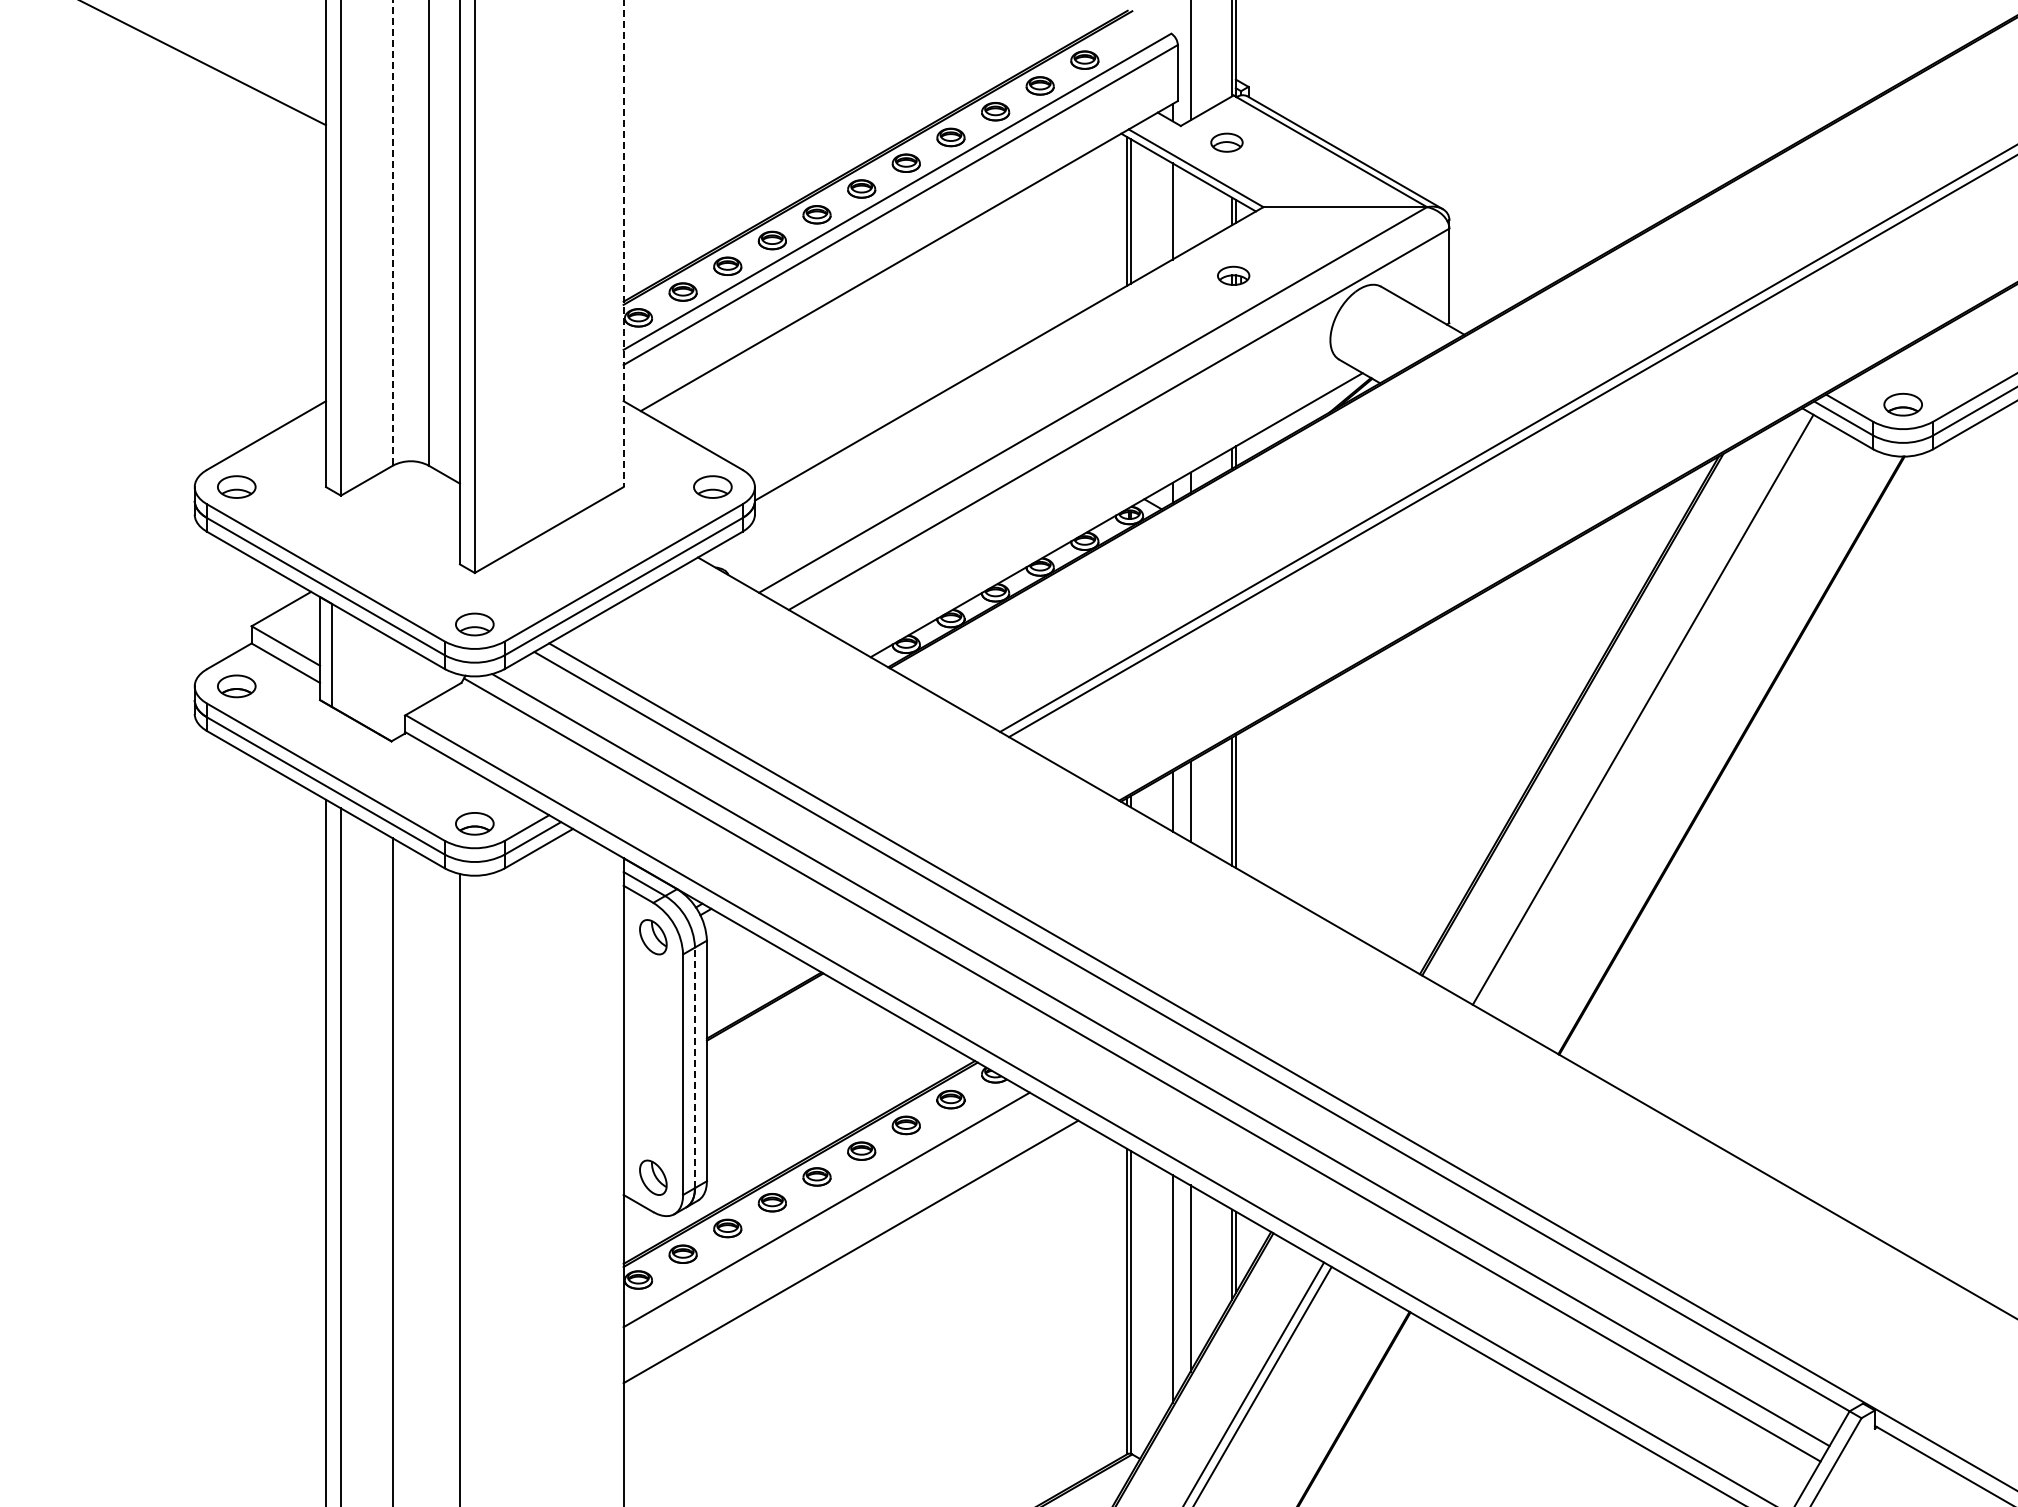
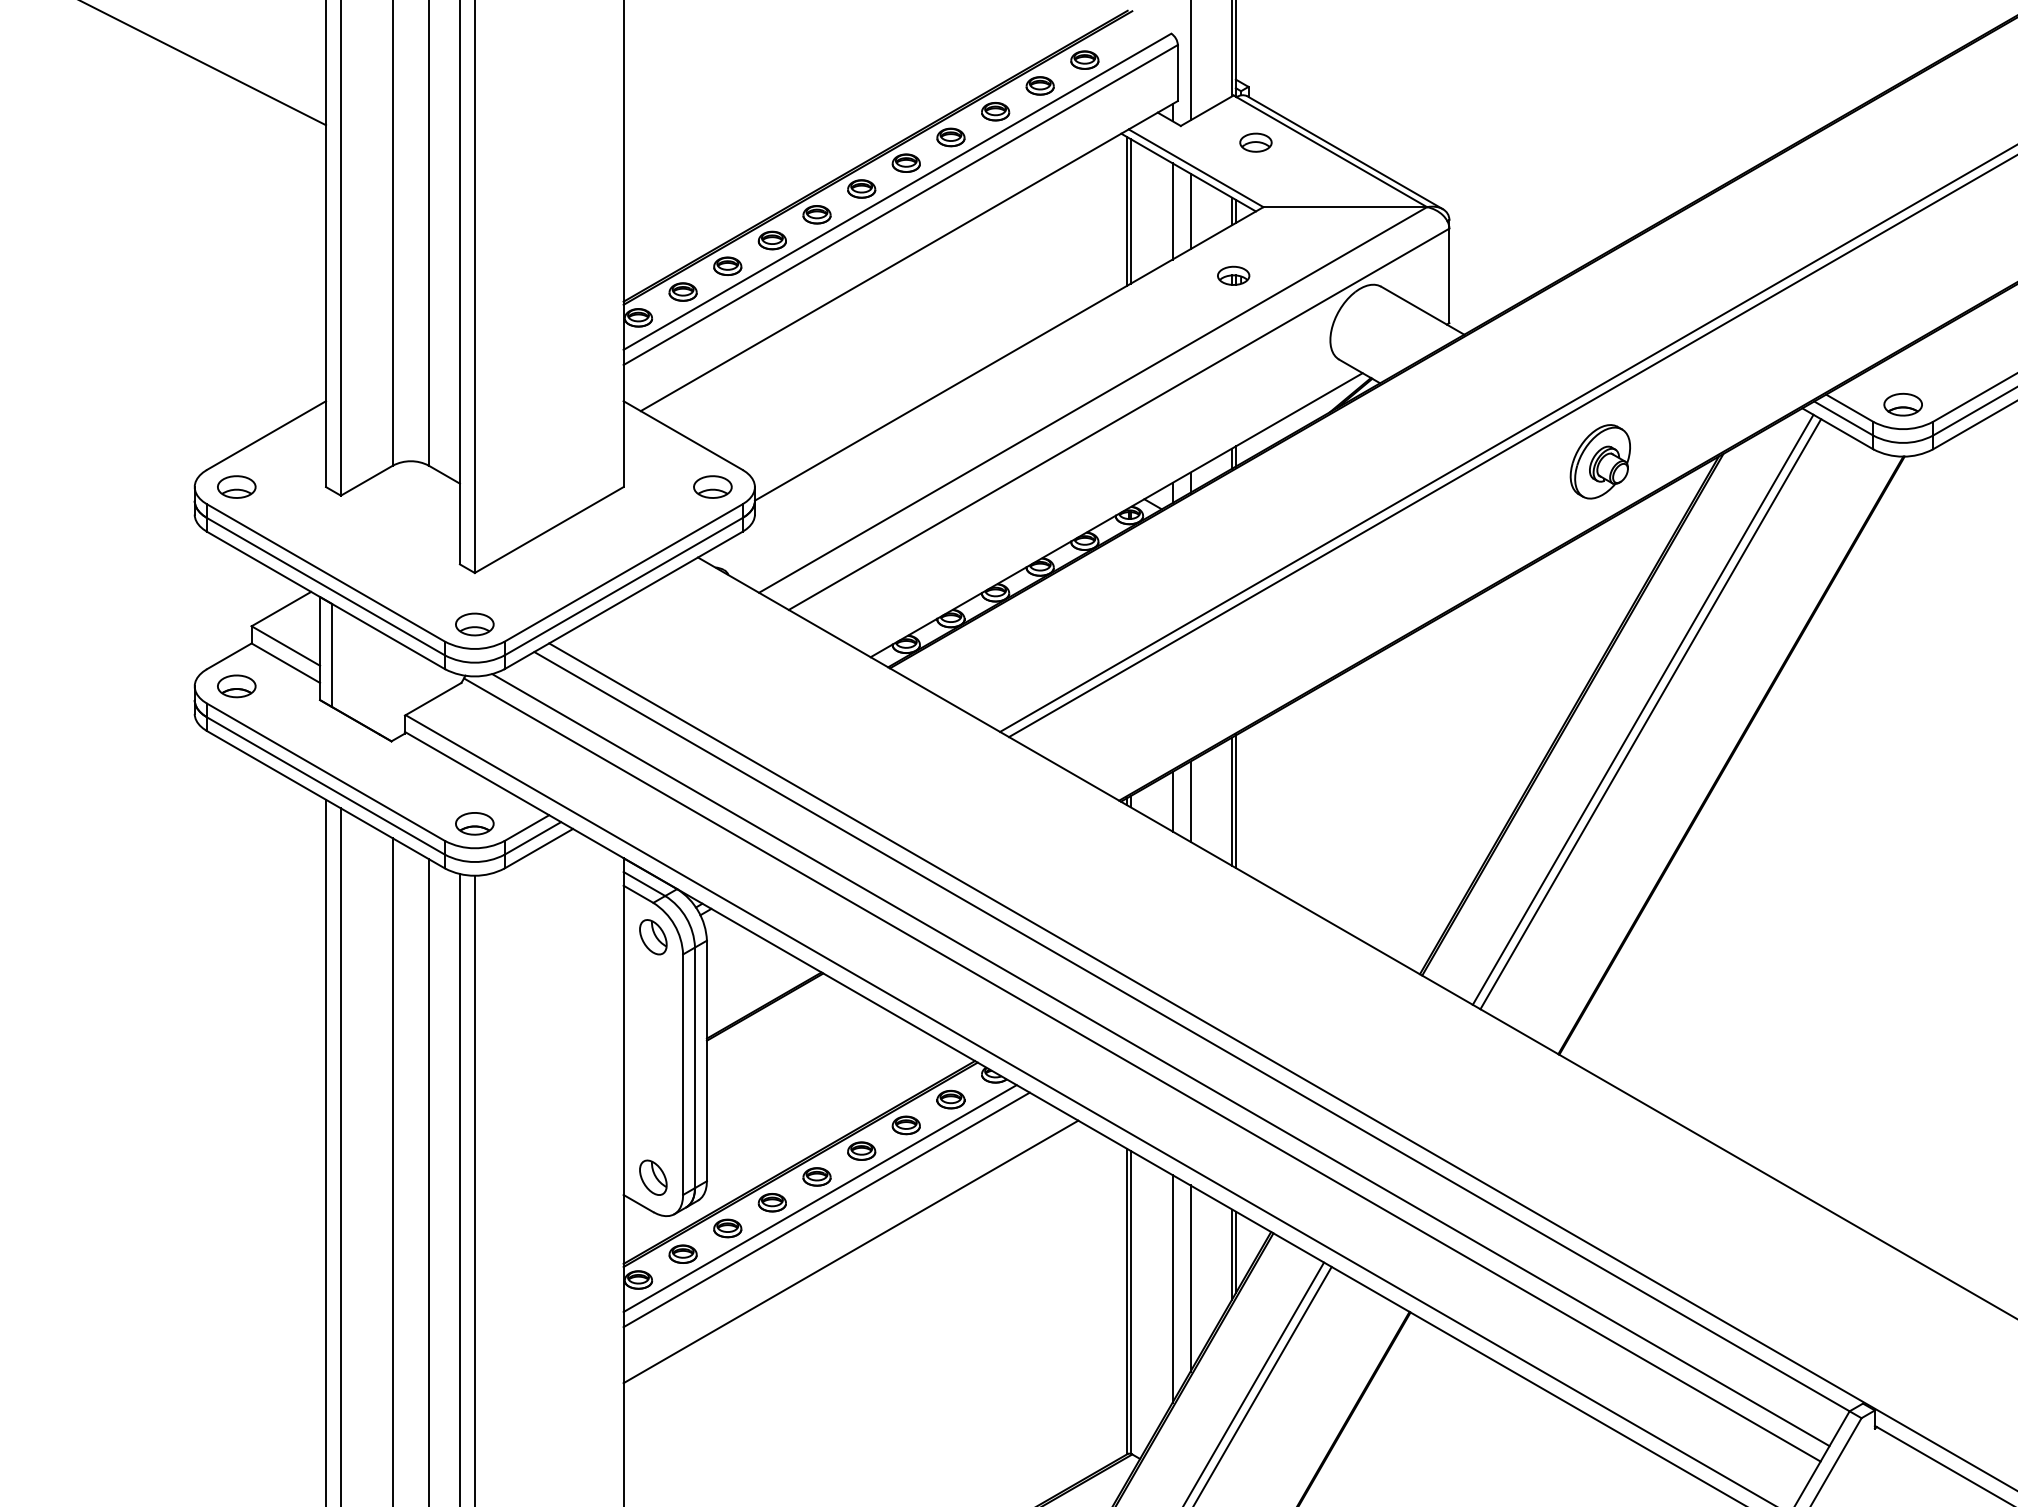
part at (1226, 142) position: (1226, 142) -> (1255, 142)
line at (1190, 211): none -> present
line at (393, 233): dashed -> solid
line at (623, 244): dashed -> solid
part at (1599, 461): none -> present
line at (1650, 714): none -> present
line at (695, 1067): dashed -> solid
line at (428, 1181): none -> present
line at (474, 1189): none -> present
line at (819, 1198): none -> present
